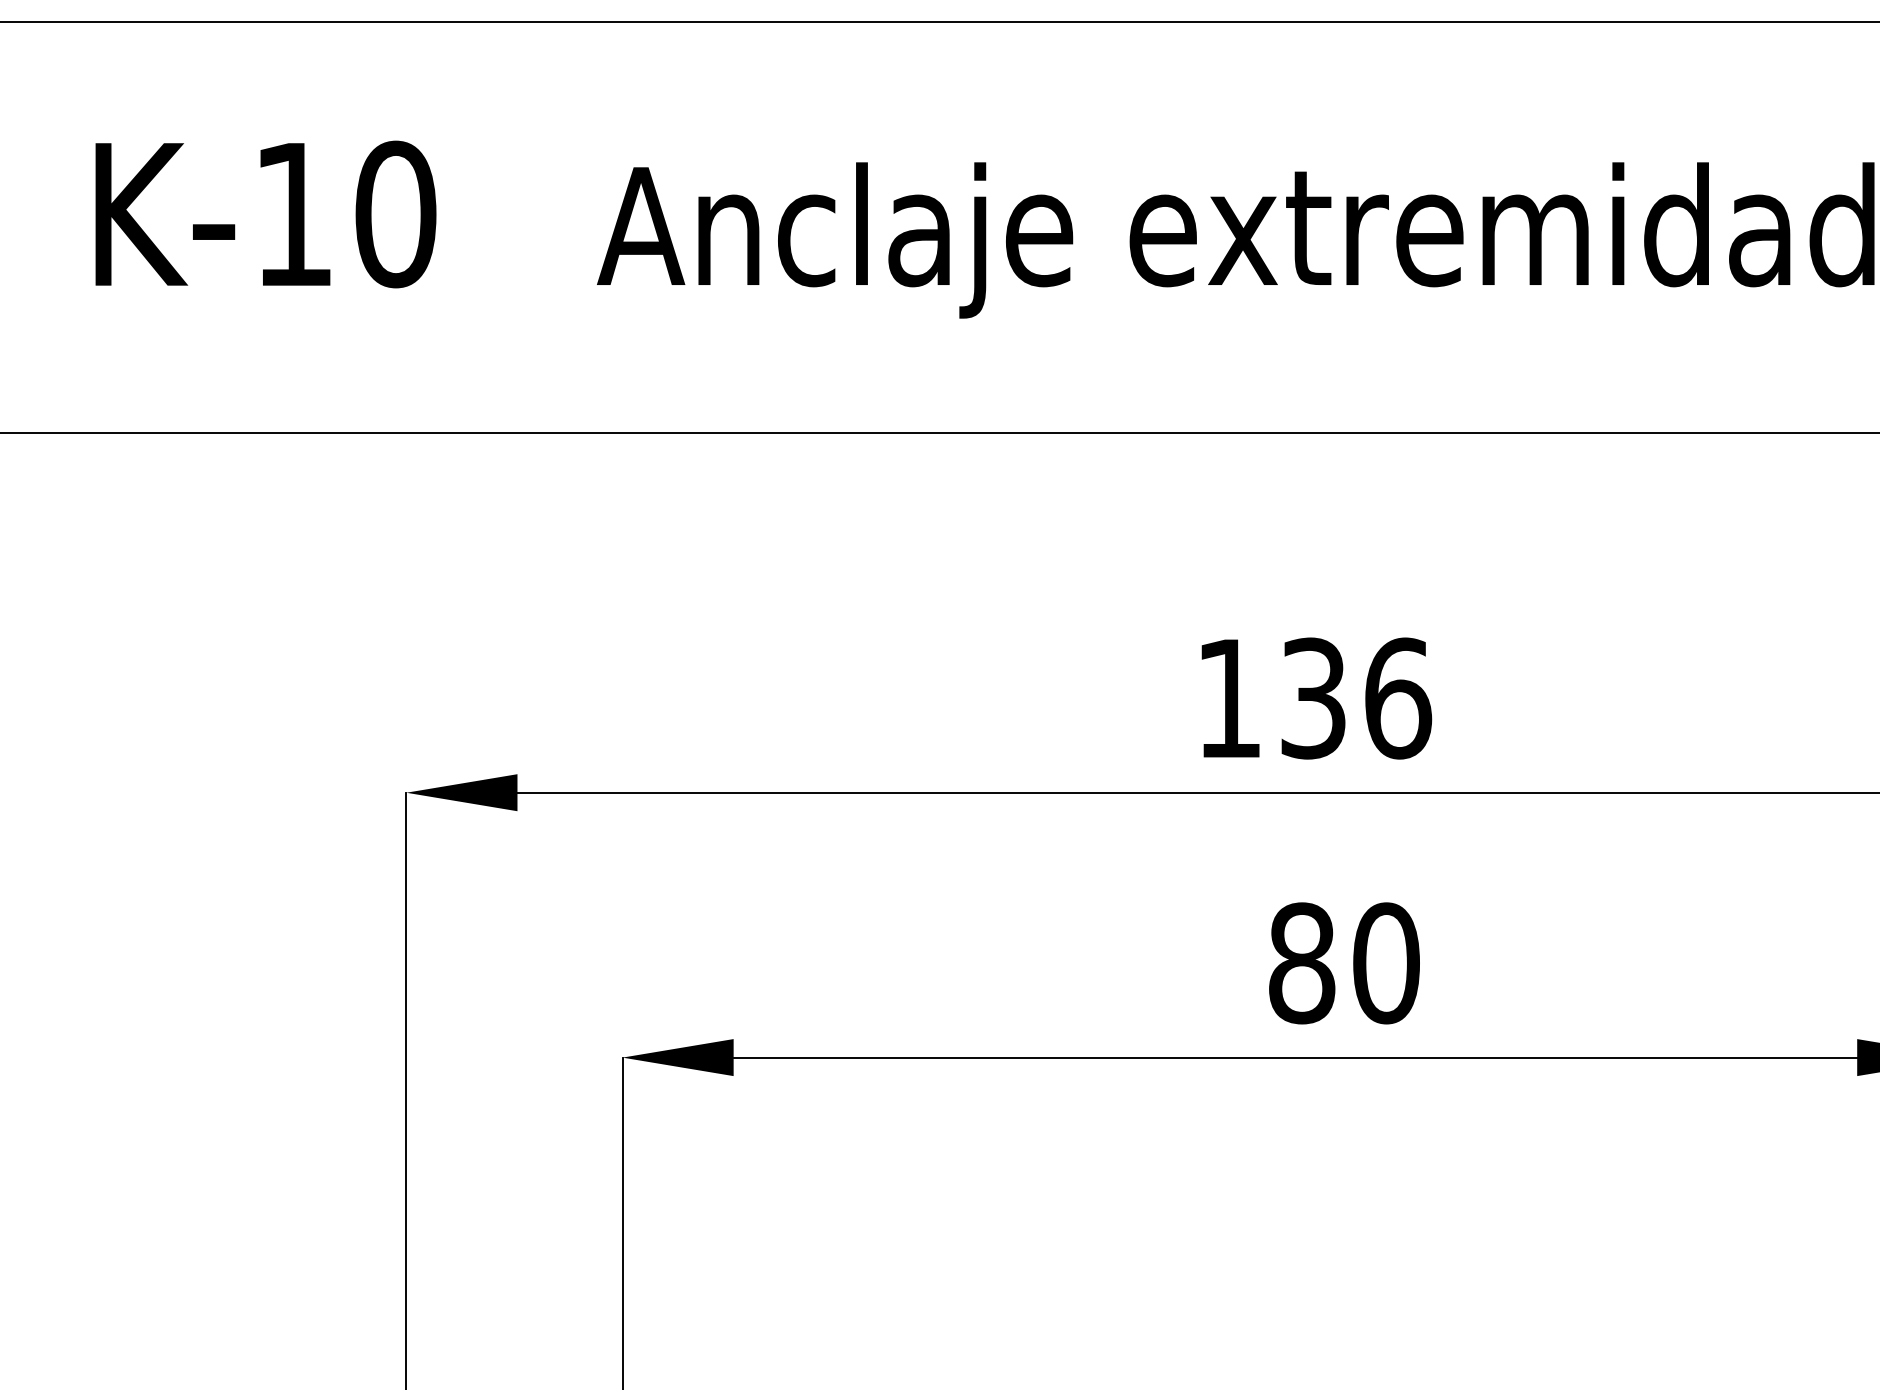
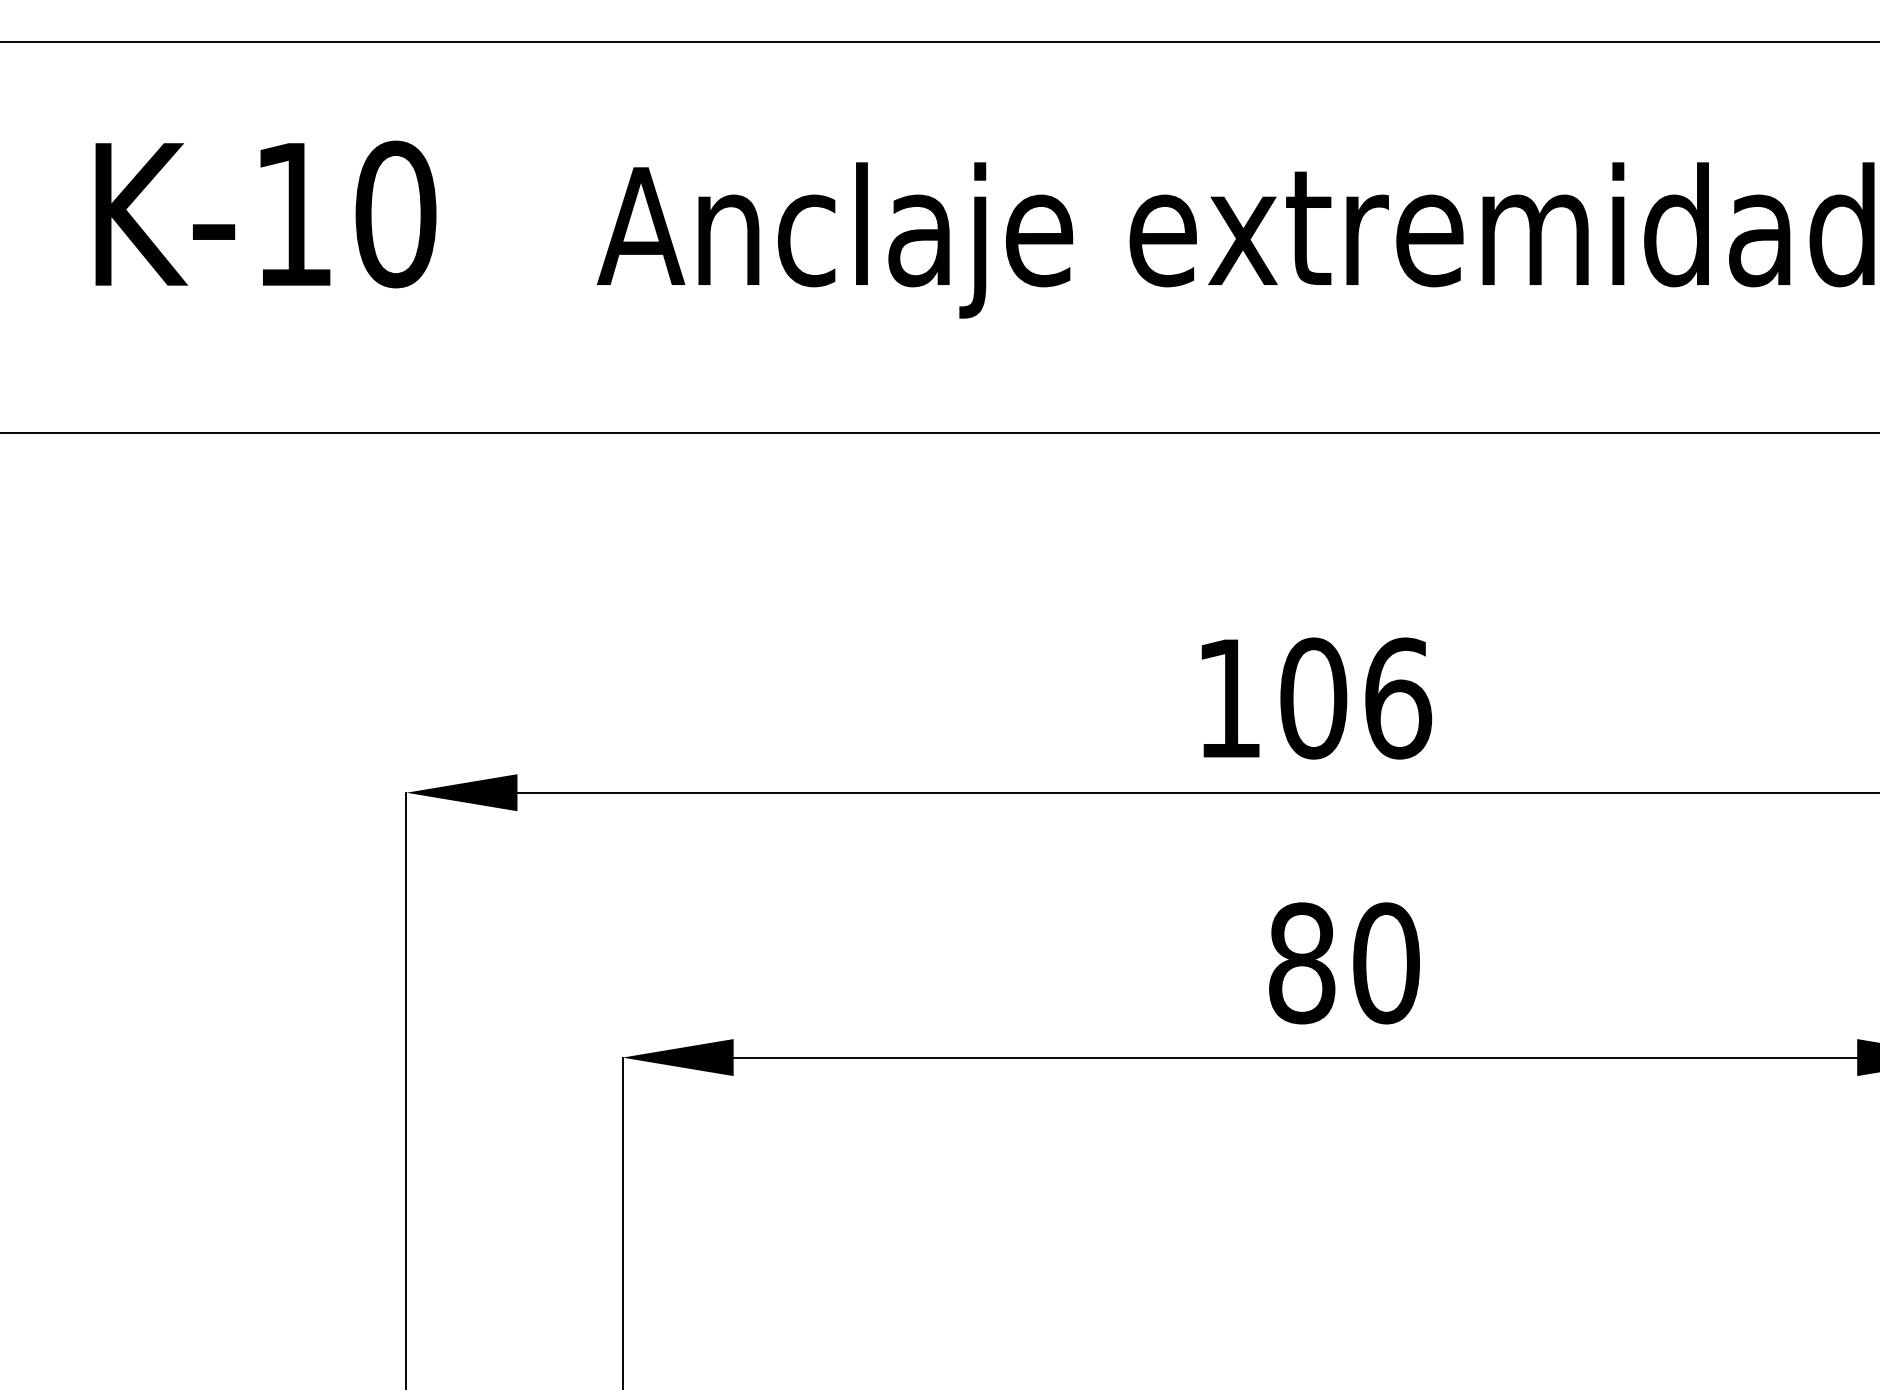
line at (939, 21) position: (939, 21) -> (939, 41)
text at (1313, 698): 136 -> 106
